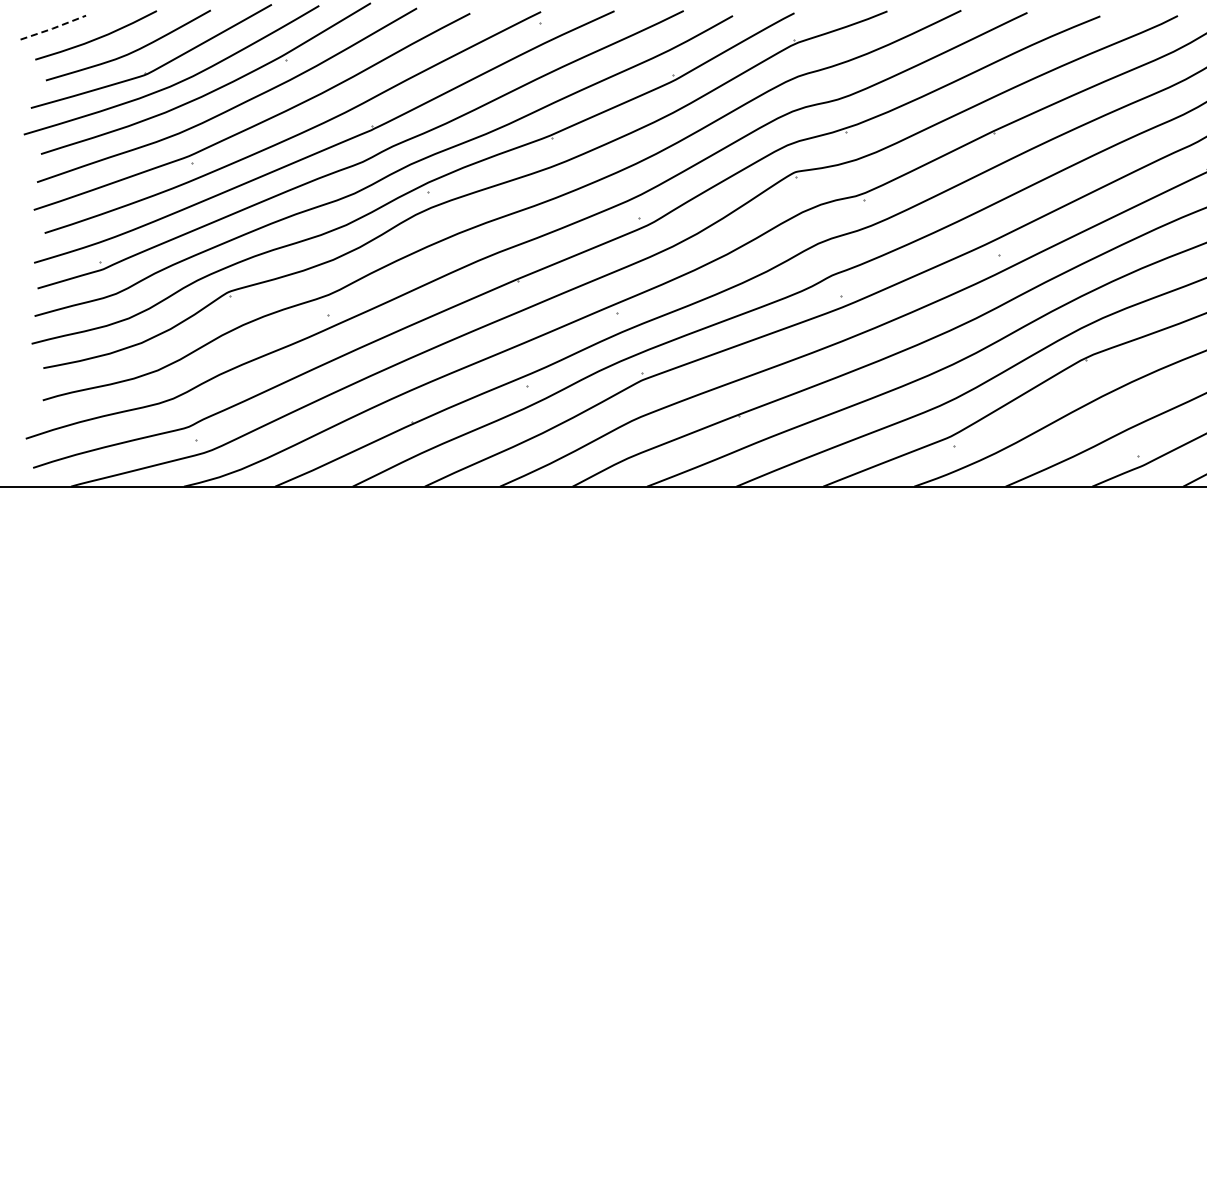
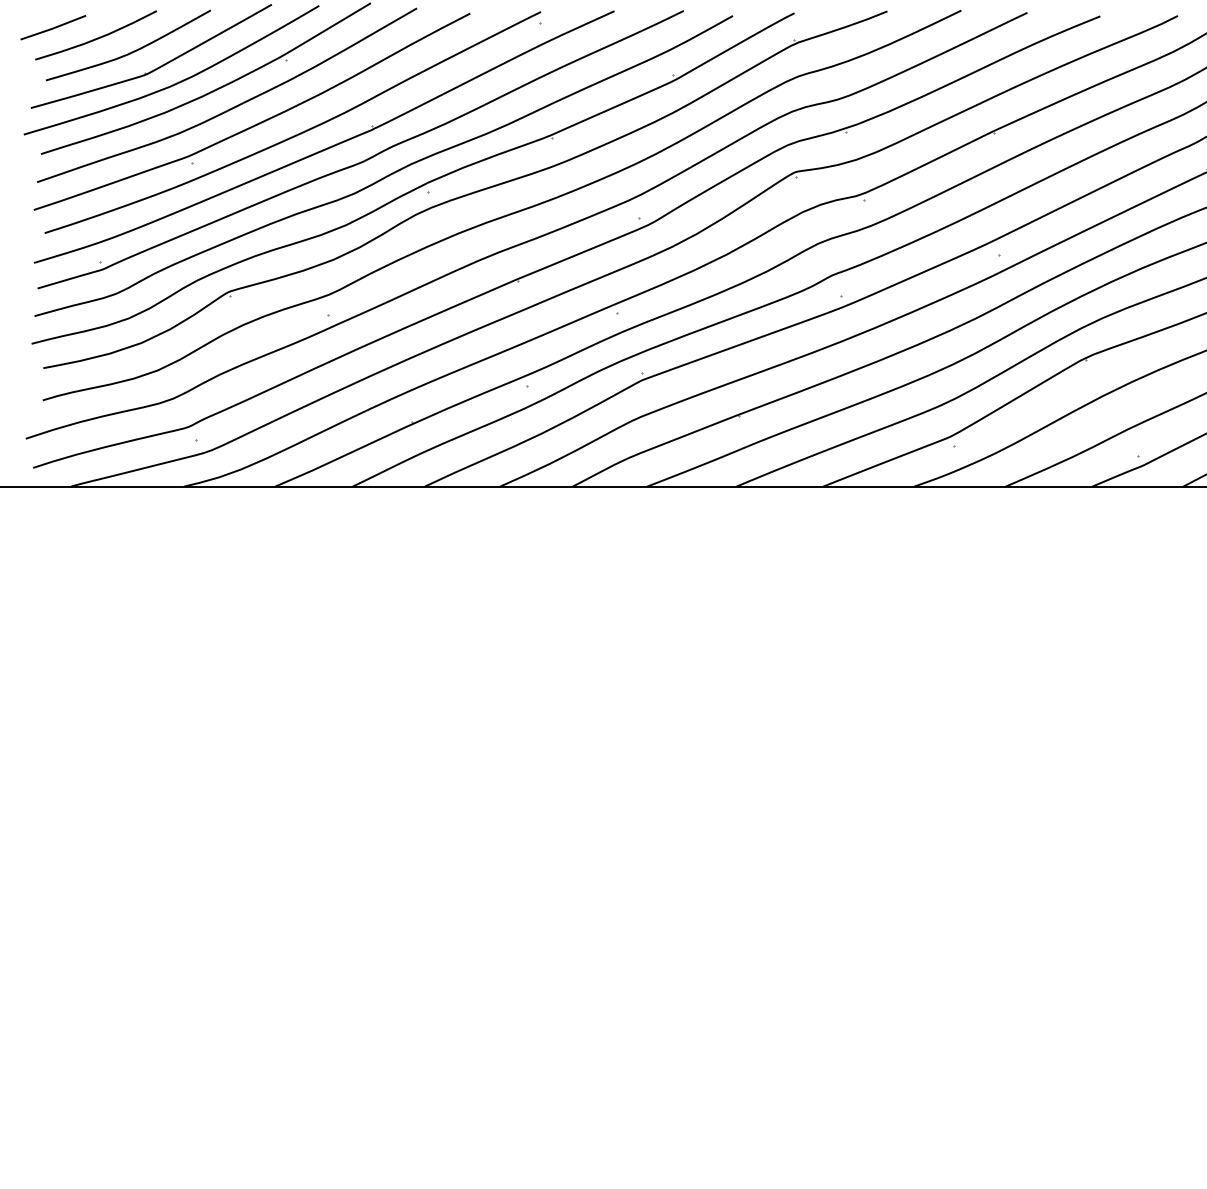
line at (53, 28): dashed -> solid
